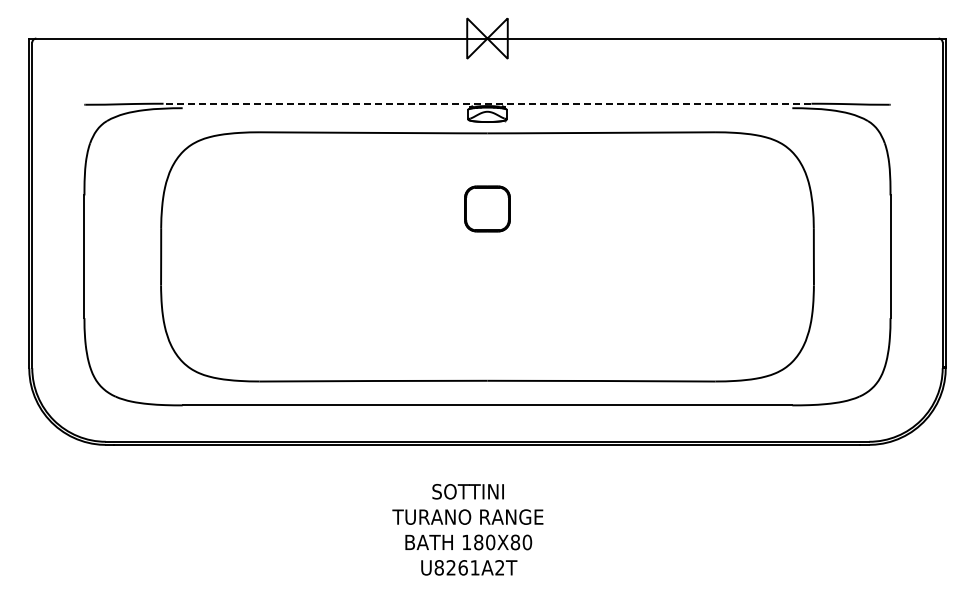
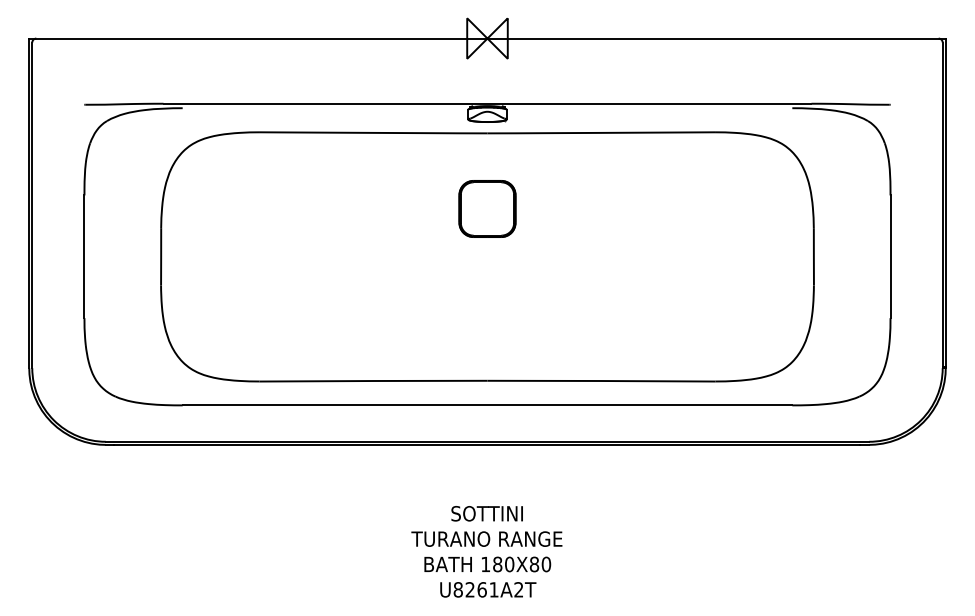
line at (487, 103): dashed -> solid
part at (487, 208) size: 47x48 px -> 59x58 px
text at (467, 529) position: (467, 529) -> (486, 551)
